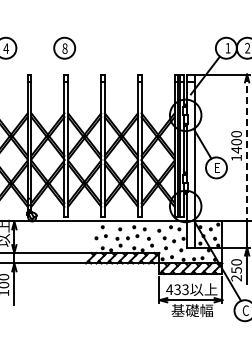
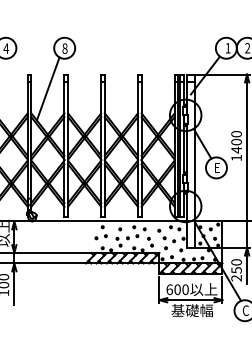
line at (47, 88): none -> present
line at (247, 148): dashed -> solid
text at (177, 289): 433 -> 600
